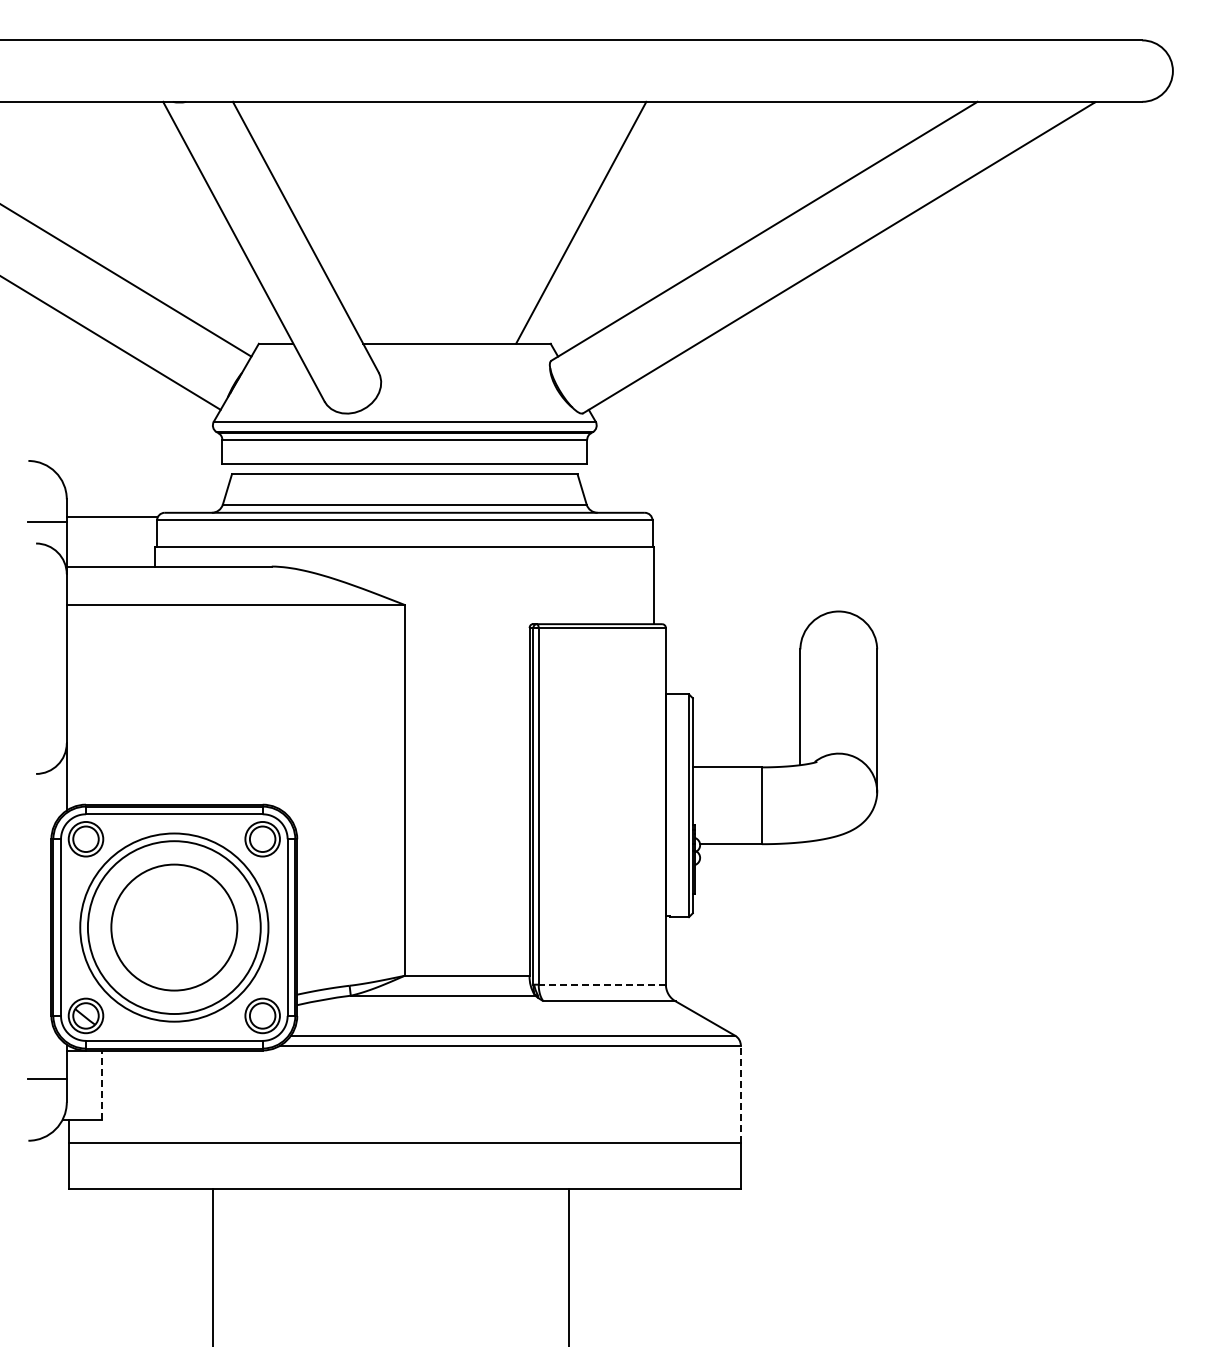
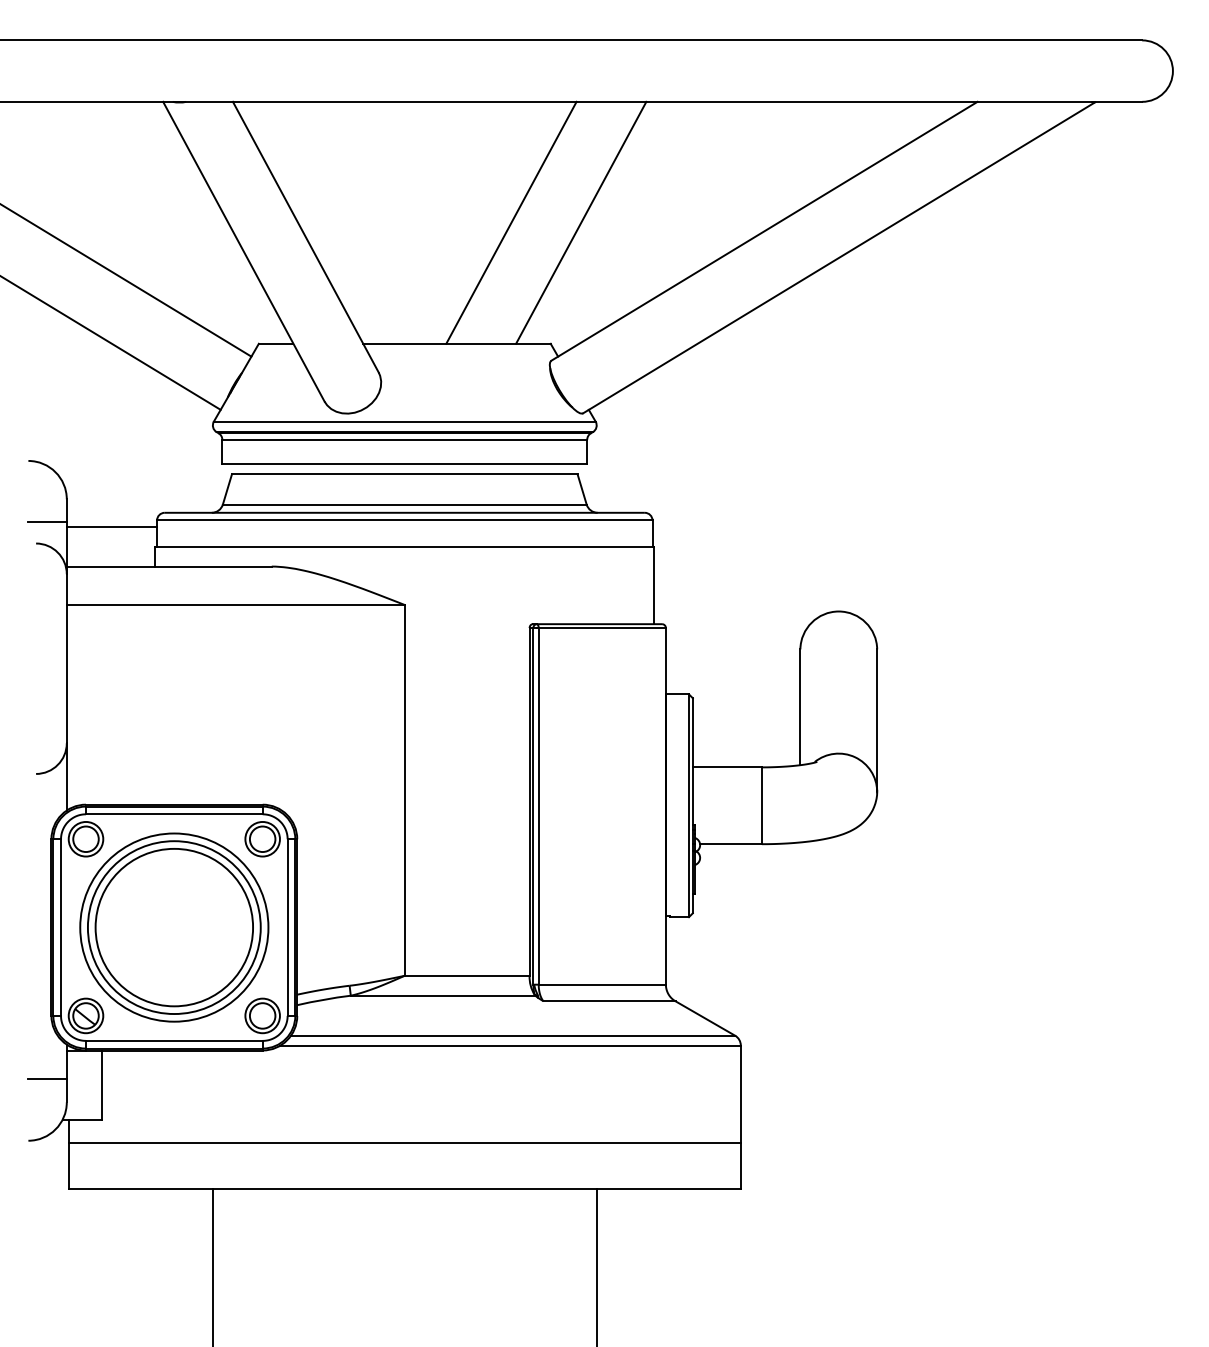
line at (511, 222): none -> present
line at (111, 517) position: (111, 517) -> (111, 527)
circle at (174, 927) diameter: 126 px -> 157 px
line at (602, 984): dashed -> solid
line at (102, 1085): dashed -> solid
line at (740, 1094): dashed -> solid
line at (568, 1265) position: (568, 1265) -> (596, 1265)
